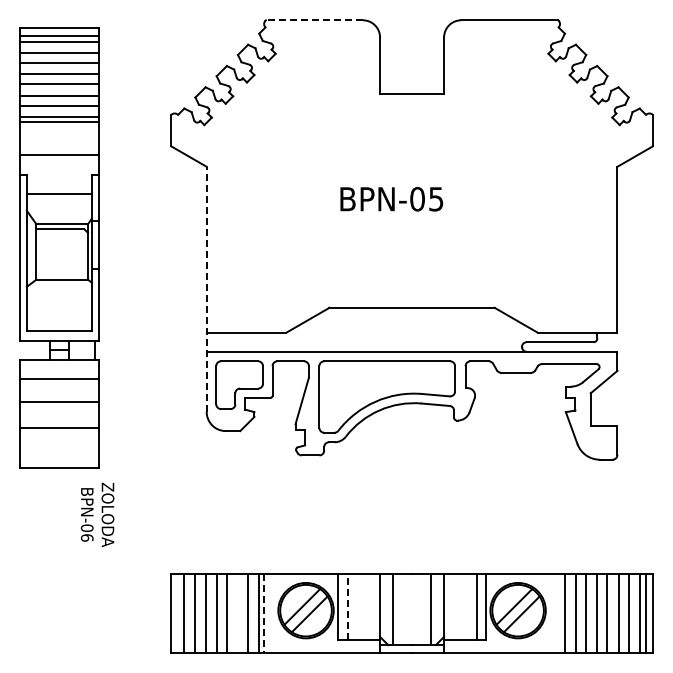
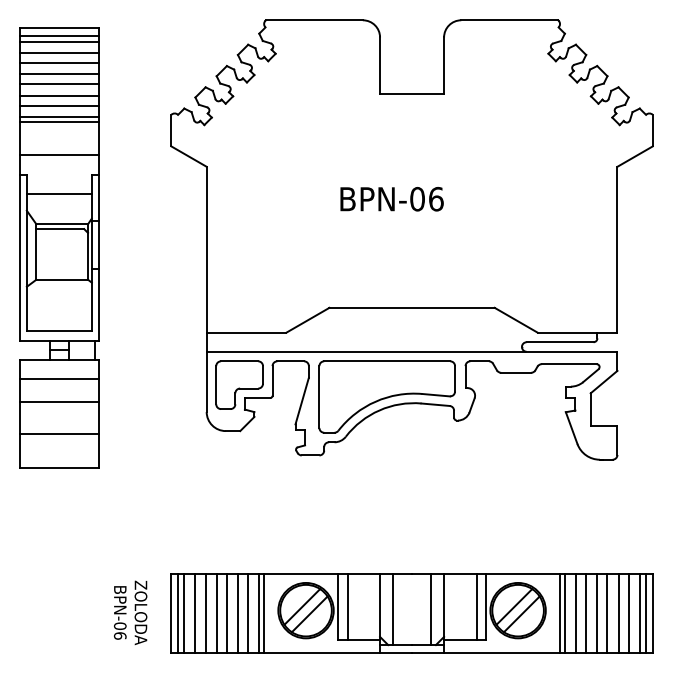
line at (313, 20): dashed -> solid
text at (436, 198): BPN-05 -> BPN-06
line at (206, 289): dashed -> solid
line at (59, 428) position: (59, 428) -> (59, 434)
text at (97, 514) position: (97, 514) -> (130, 612)
line at (347, 607): dashed -> solid
line at (178, 613): none -> present
line at (237, 613): none -> present
line at (560, 613): none -> present
line at (264, 614): dashed -> solid
